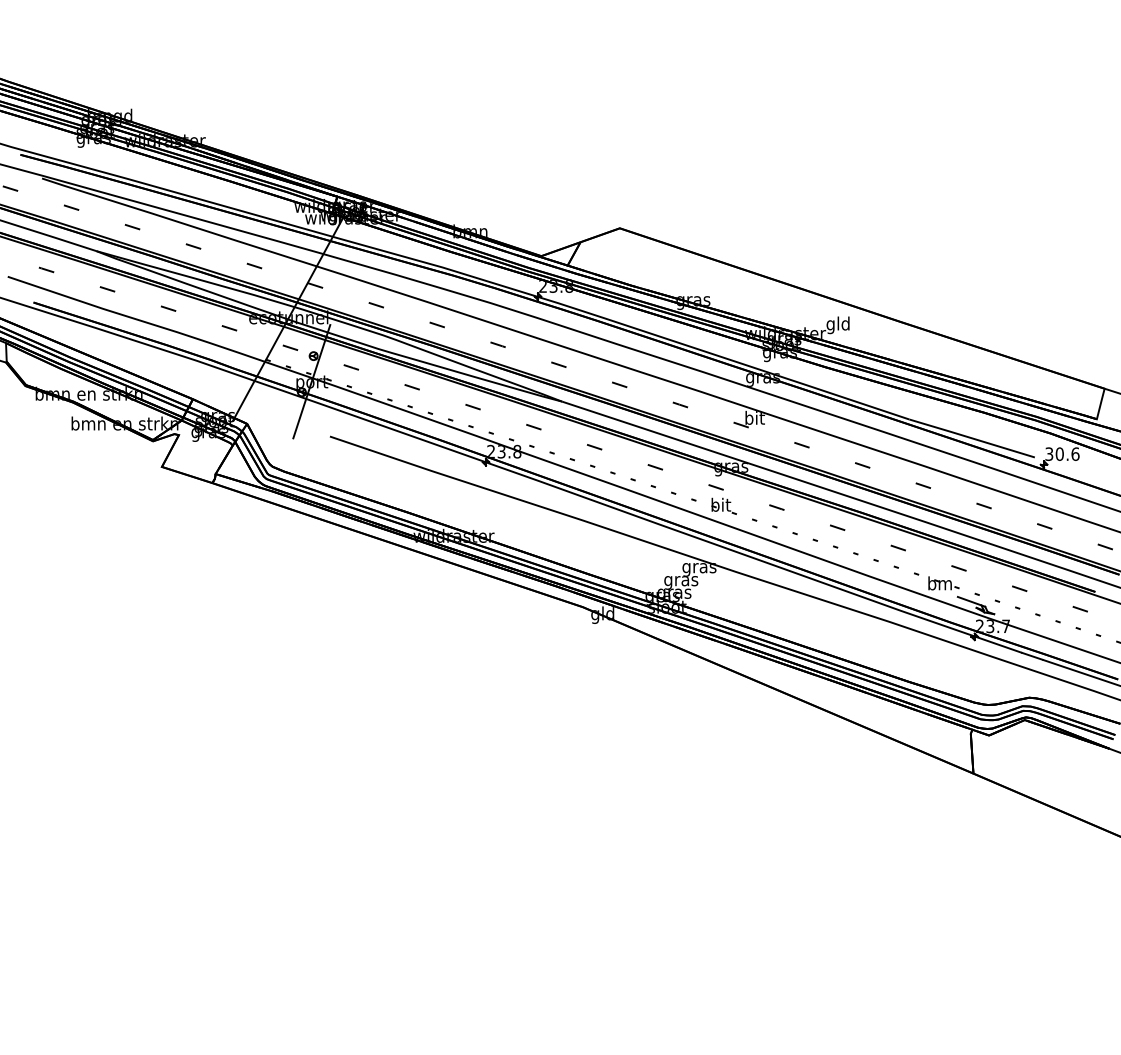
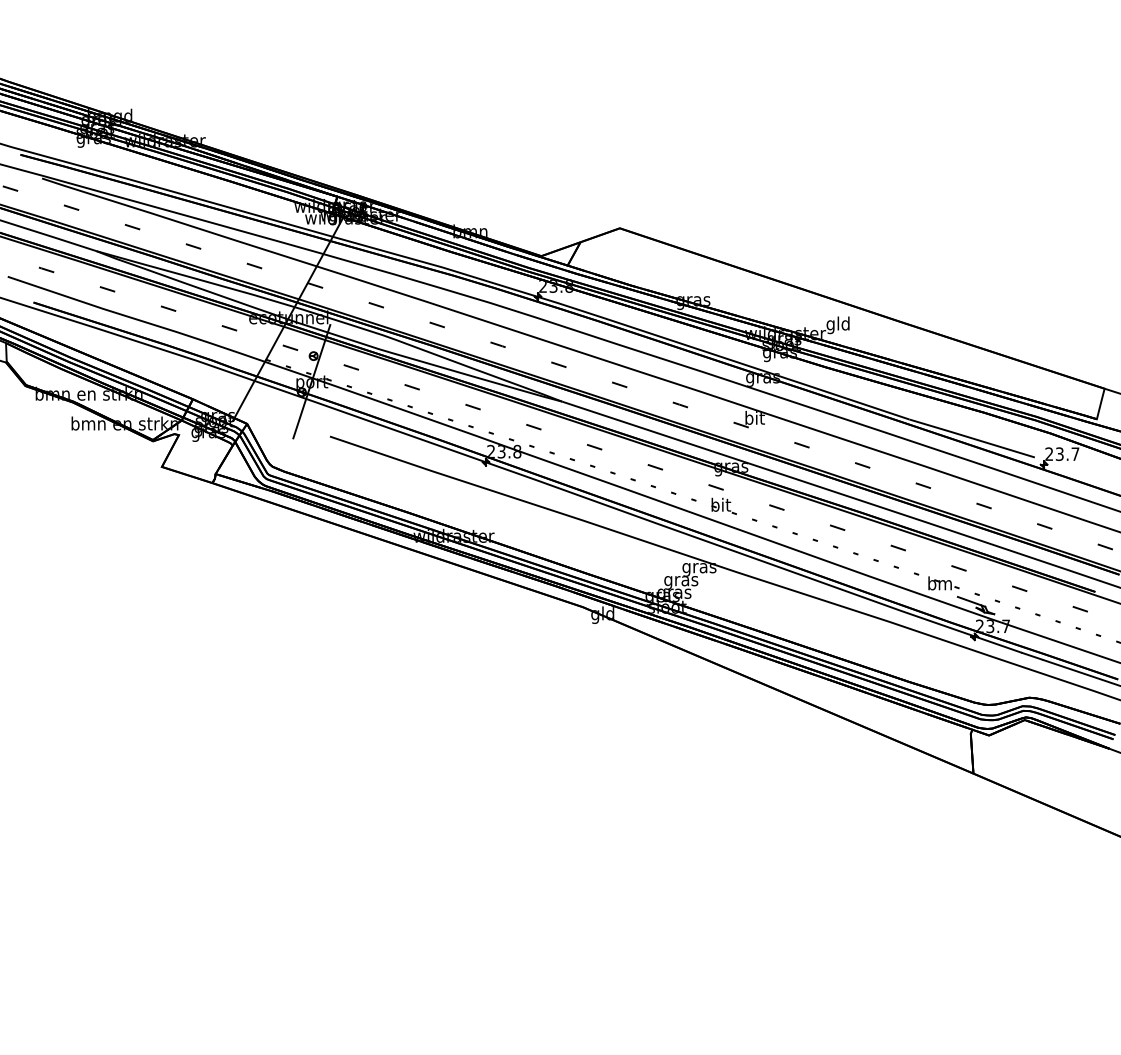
text at (1062, 454): 30.6 -> 23.7
